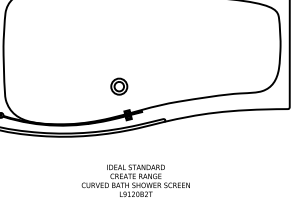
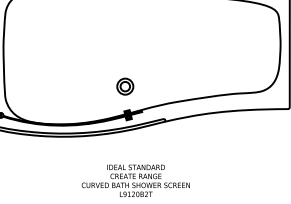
part at (119, 86) position: (119, 86) -> (125, 86)
